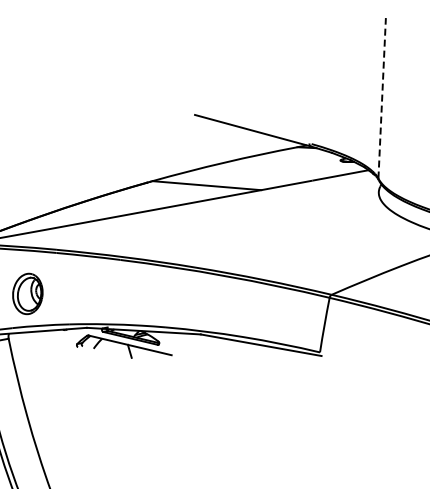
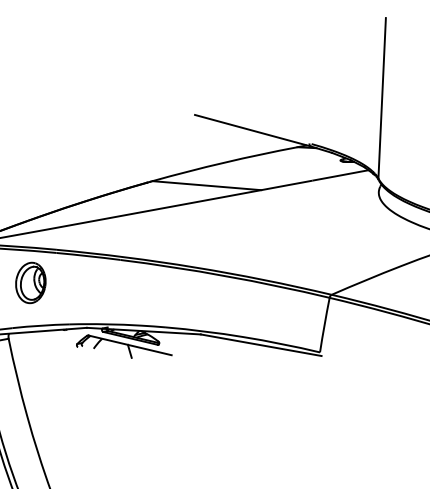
line at (382, 97): dashed -> solid
part at (27, 293) position: (27, 293) -> (30, 282)
